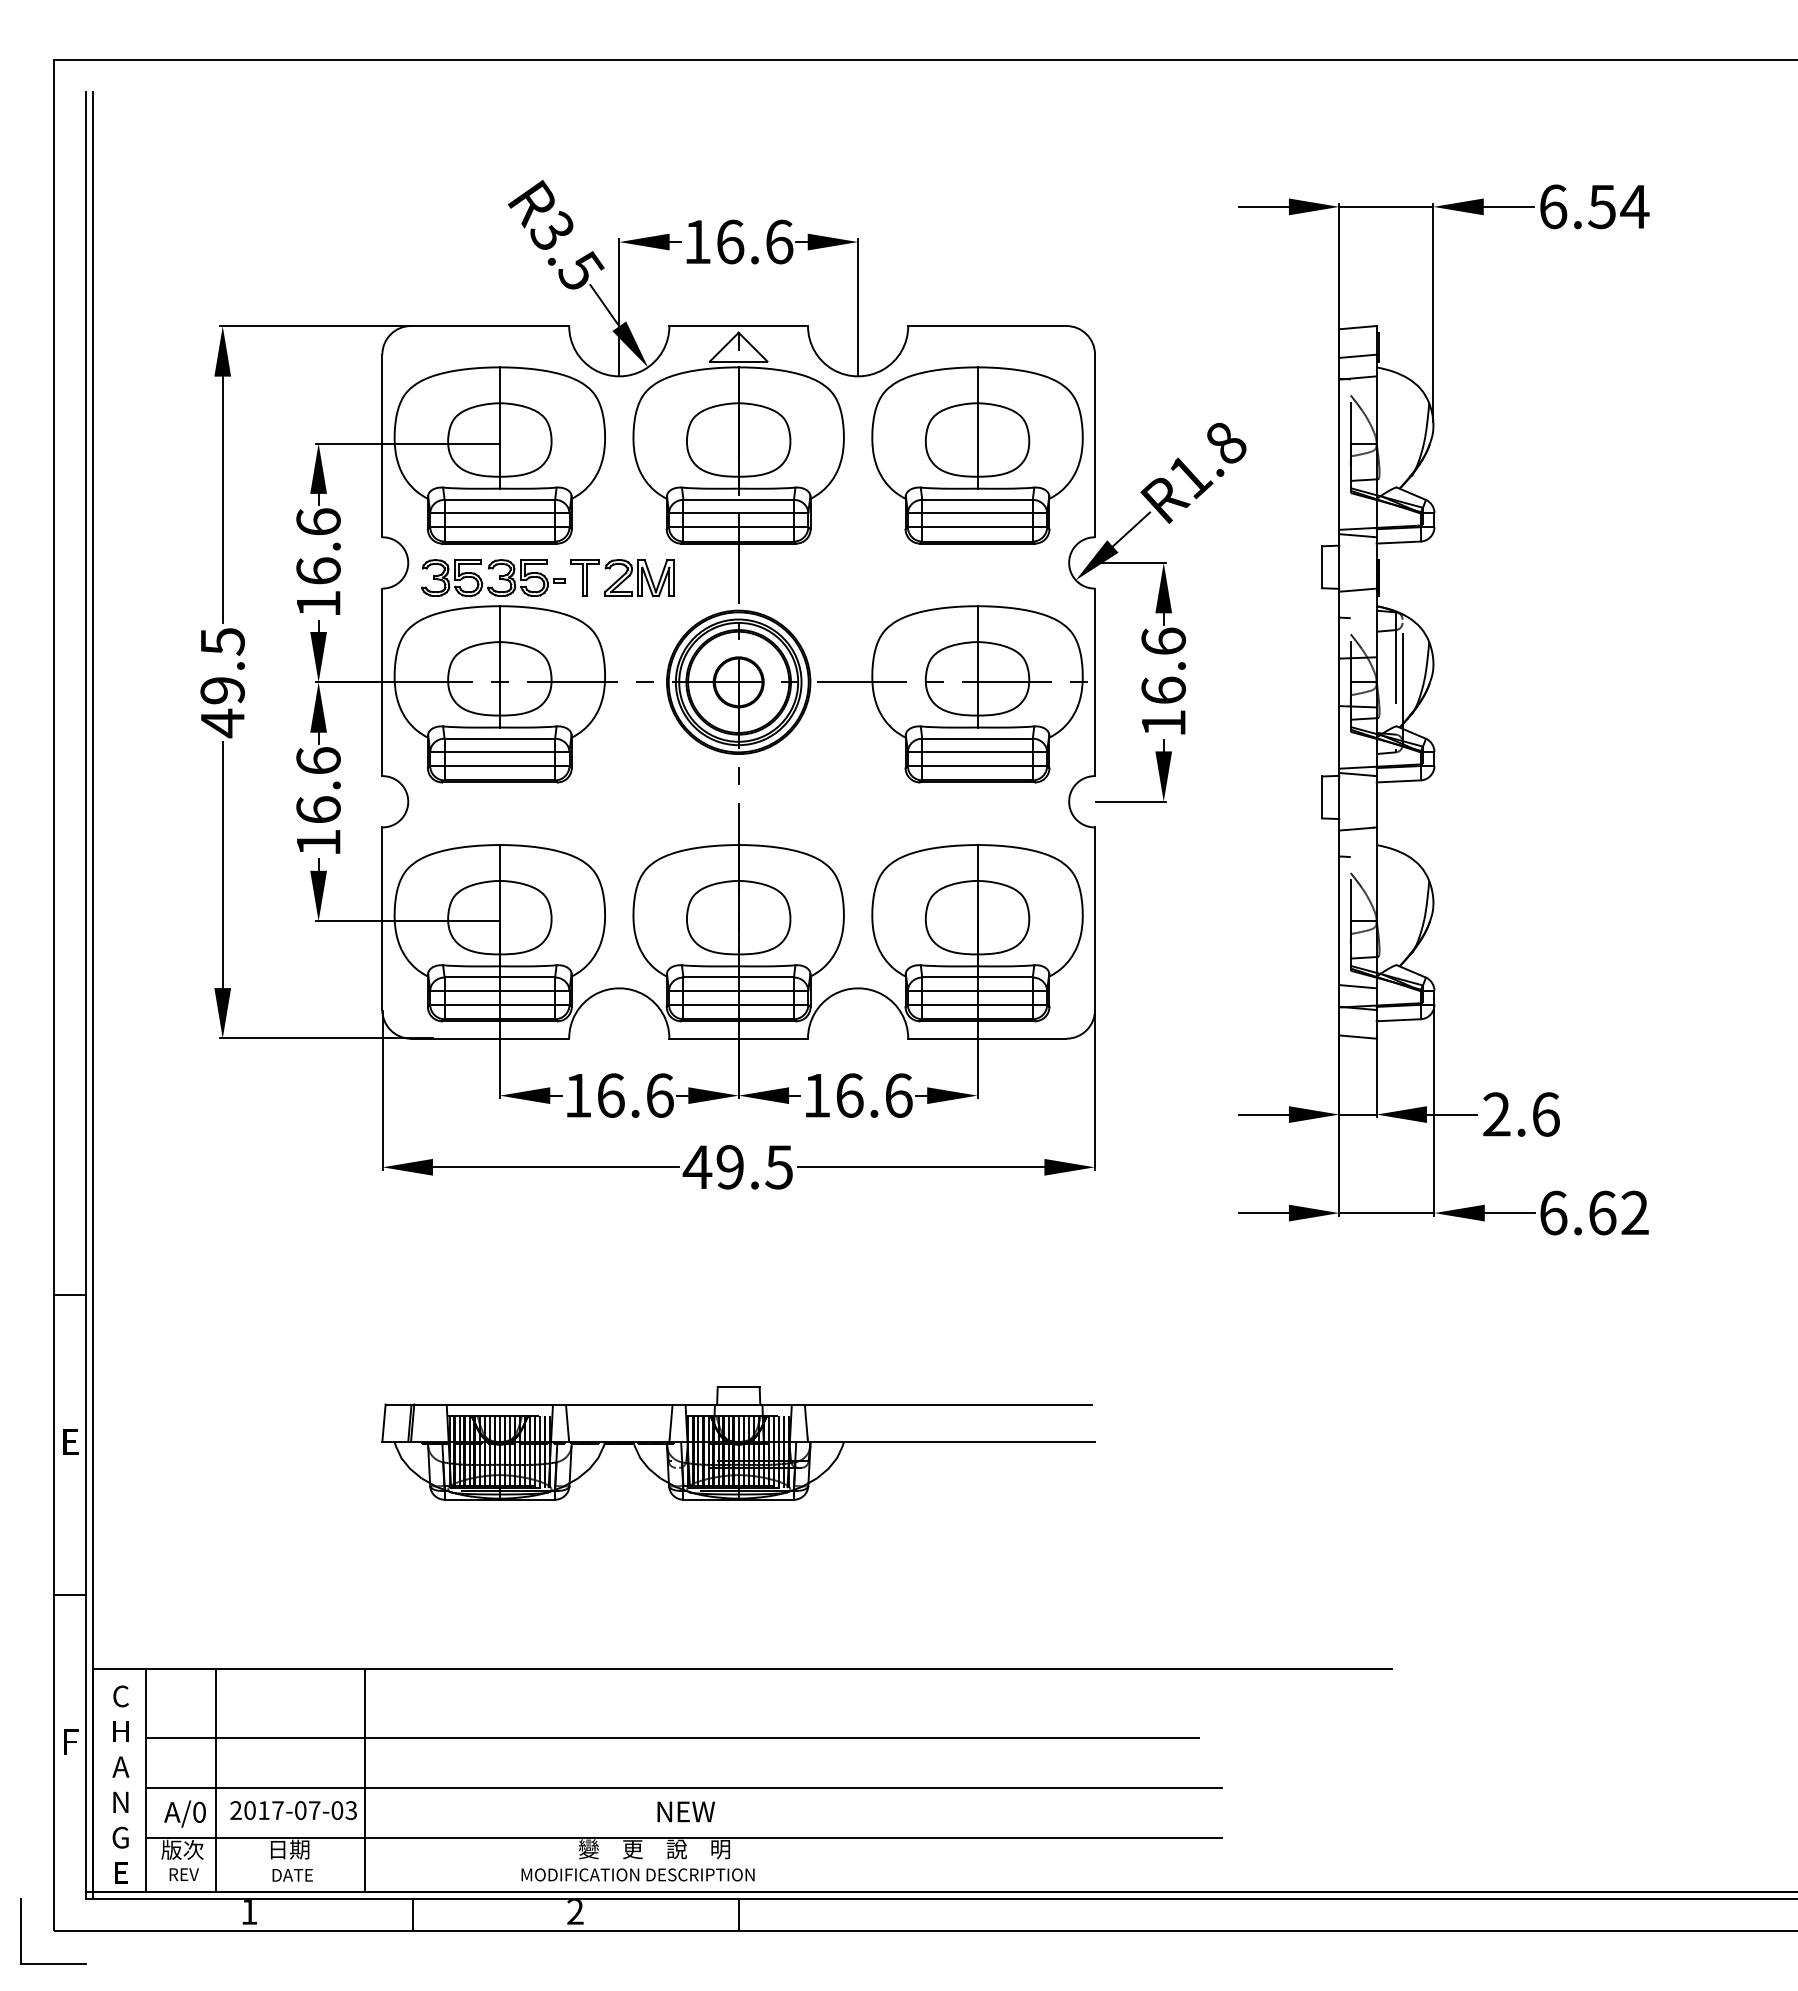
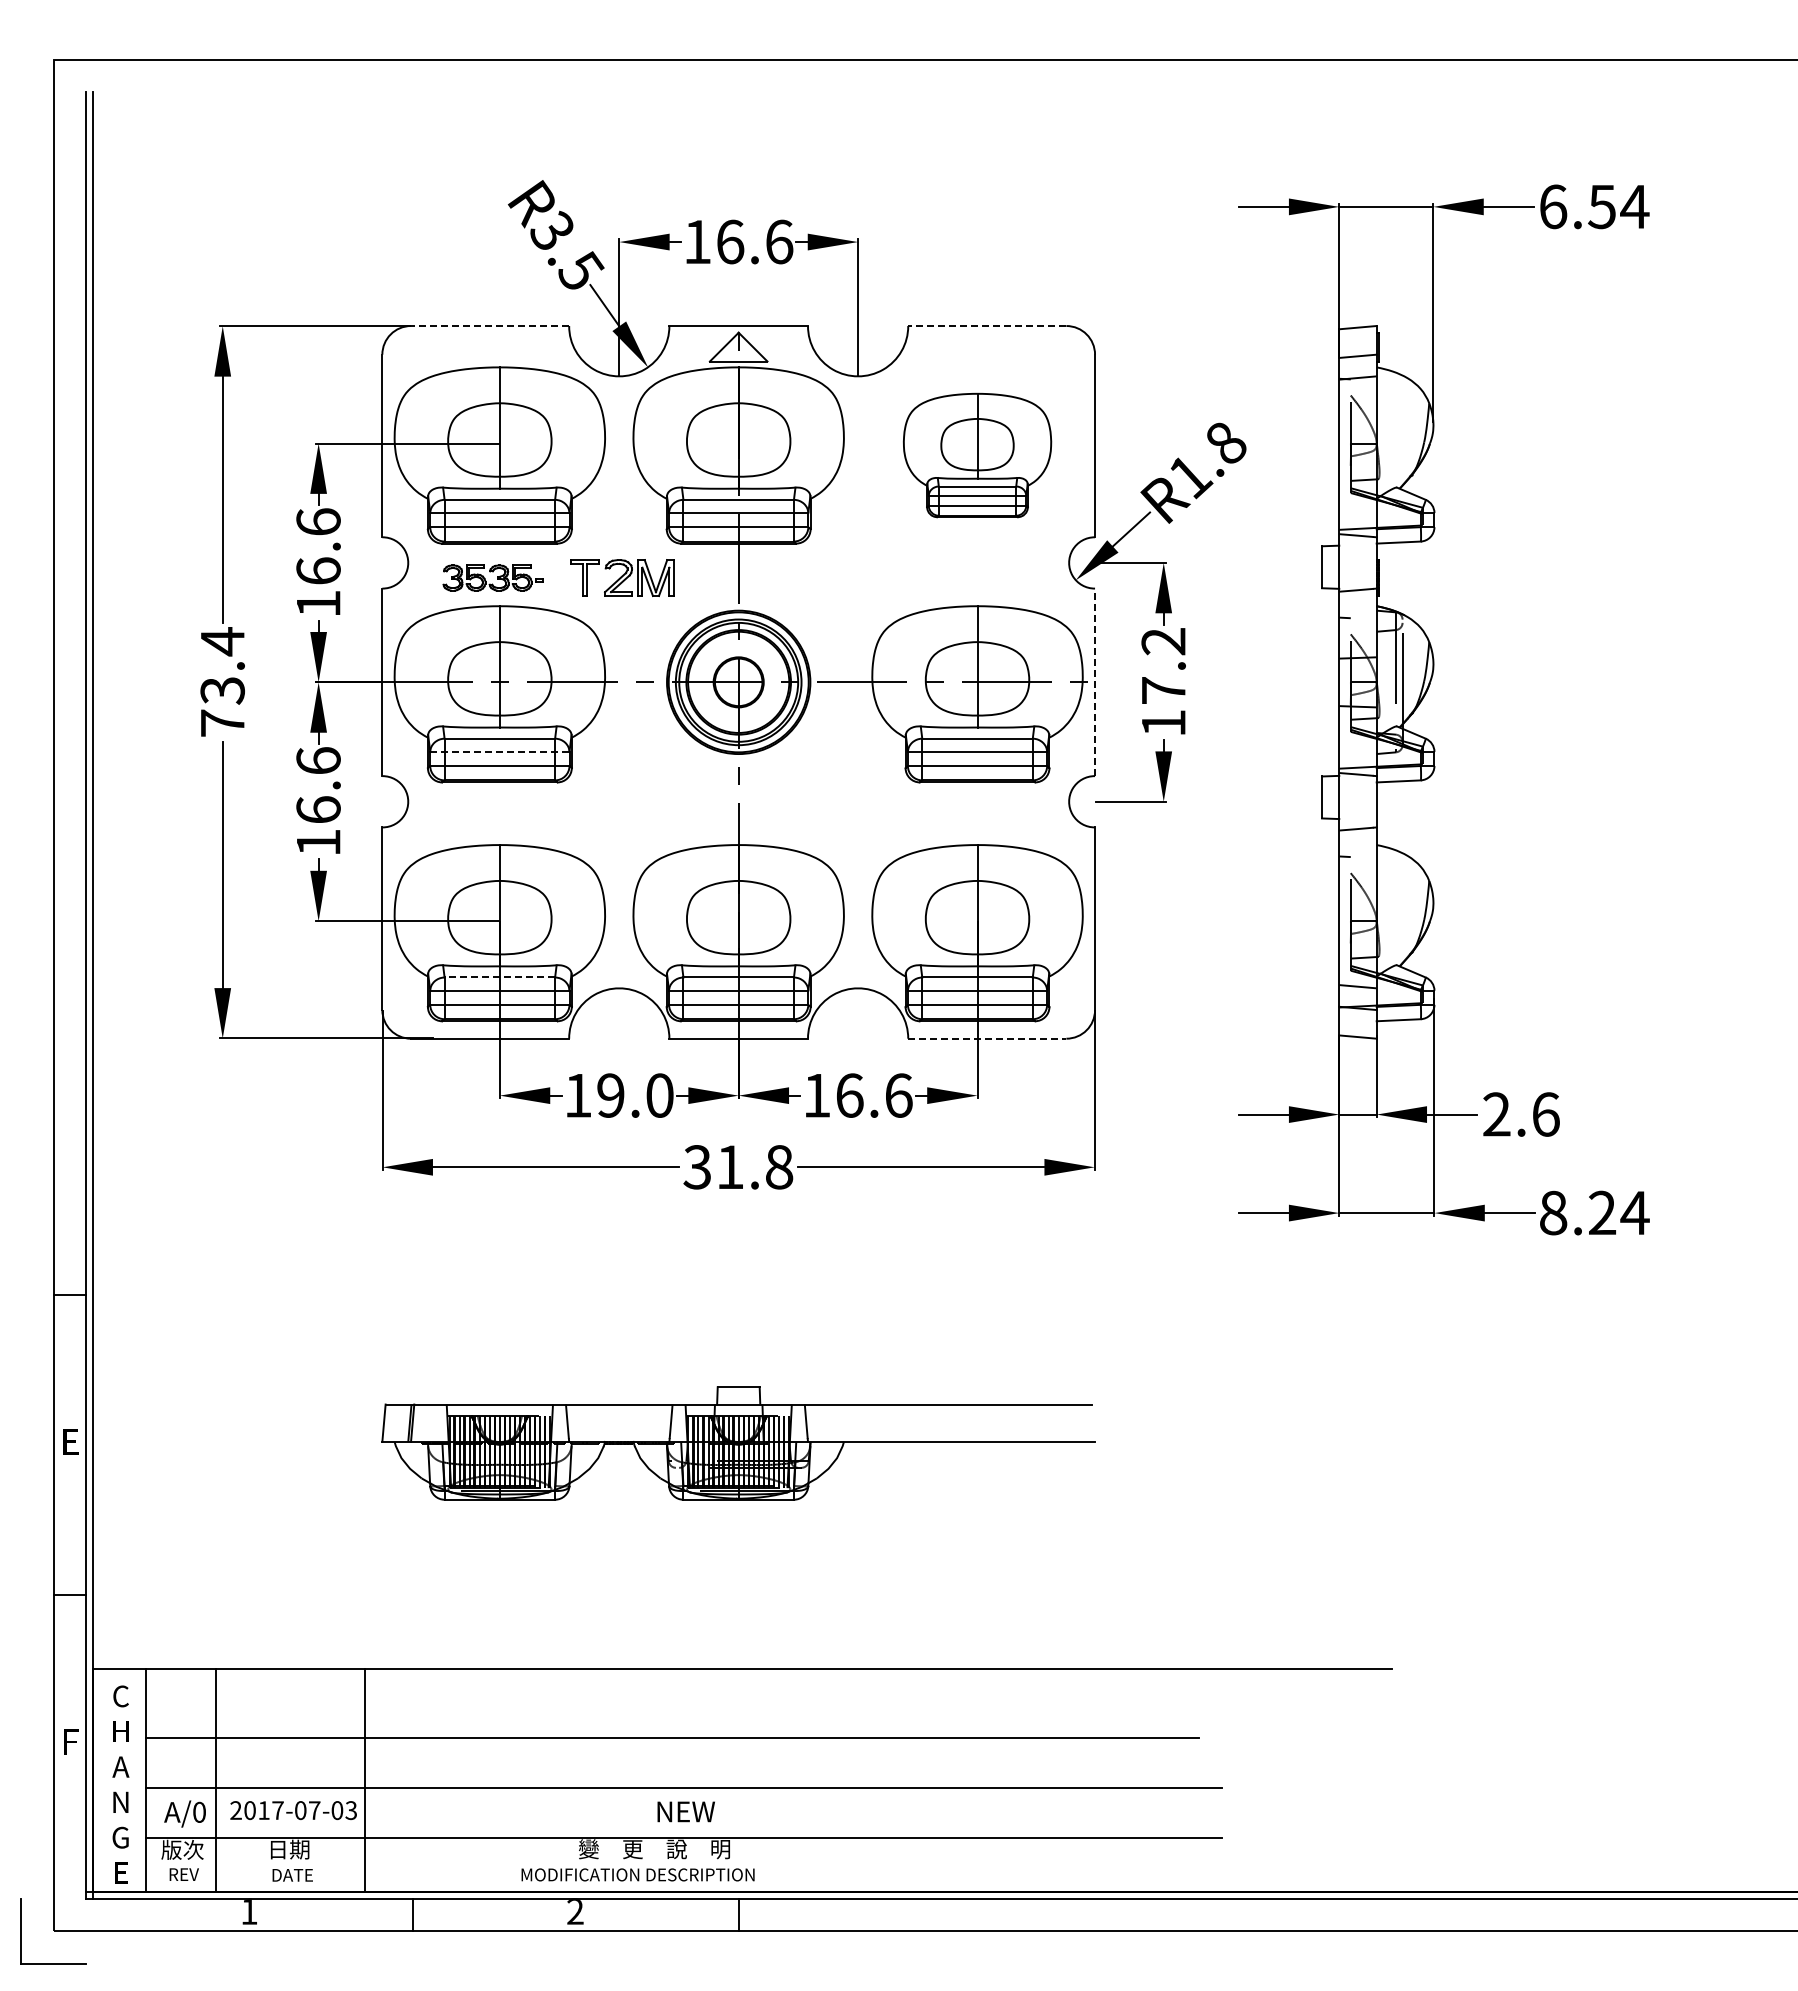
line at (489, 326): solid -> dashed
line at (986, 326): solid -> dashed
part at (977, 455) size: 213x179 px -> 150x127 px
part at (493, 577) size: 145x38 px -> 102x28 px
text at (1163, 665): 16.6 -> 17.2
text at (222, 682): 49.5 -> 73.4
line at (1095, 682): solid -> dashed
line at (499, 751): solid -> dashed
line at (499, 977): solid -> dashed
line at (987, 1038): solid -> dashed
text at (635, 1095): 16.6 -> 19.0
text at (737, 1167): 49.5 -> 31.8
text at (1594, 1212): 6.62 -> 8.24
